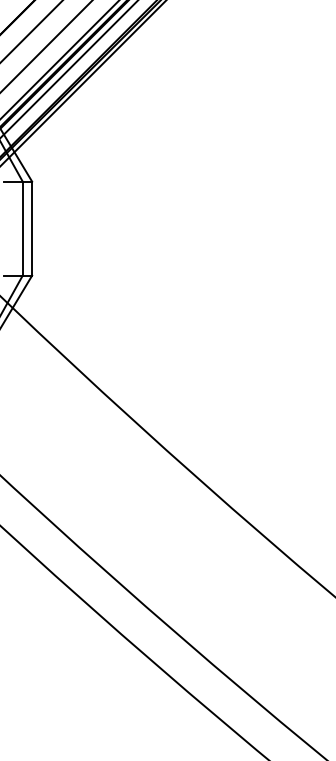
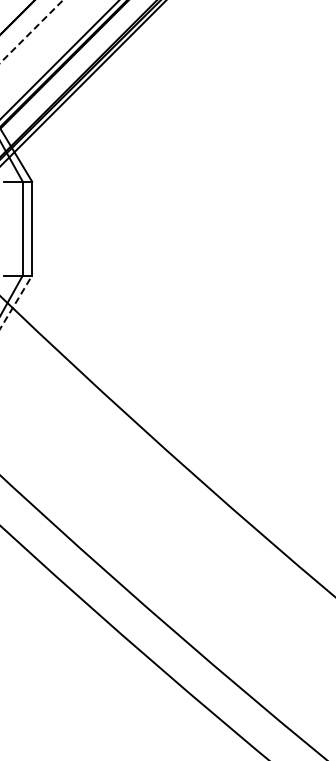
line at (31, 31): solid -> dashed
line at (46, 46): present -> none
line at (68, 69): present -> none
line at (16, 302): solid -> dashed
